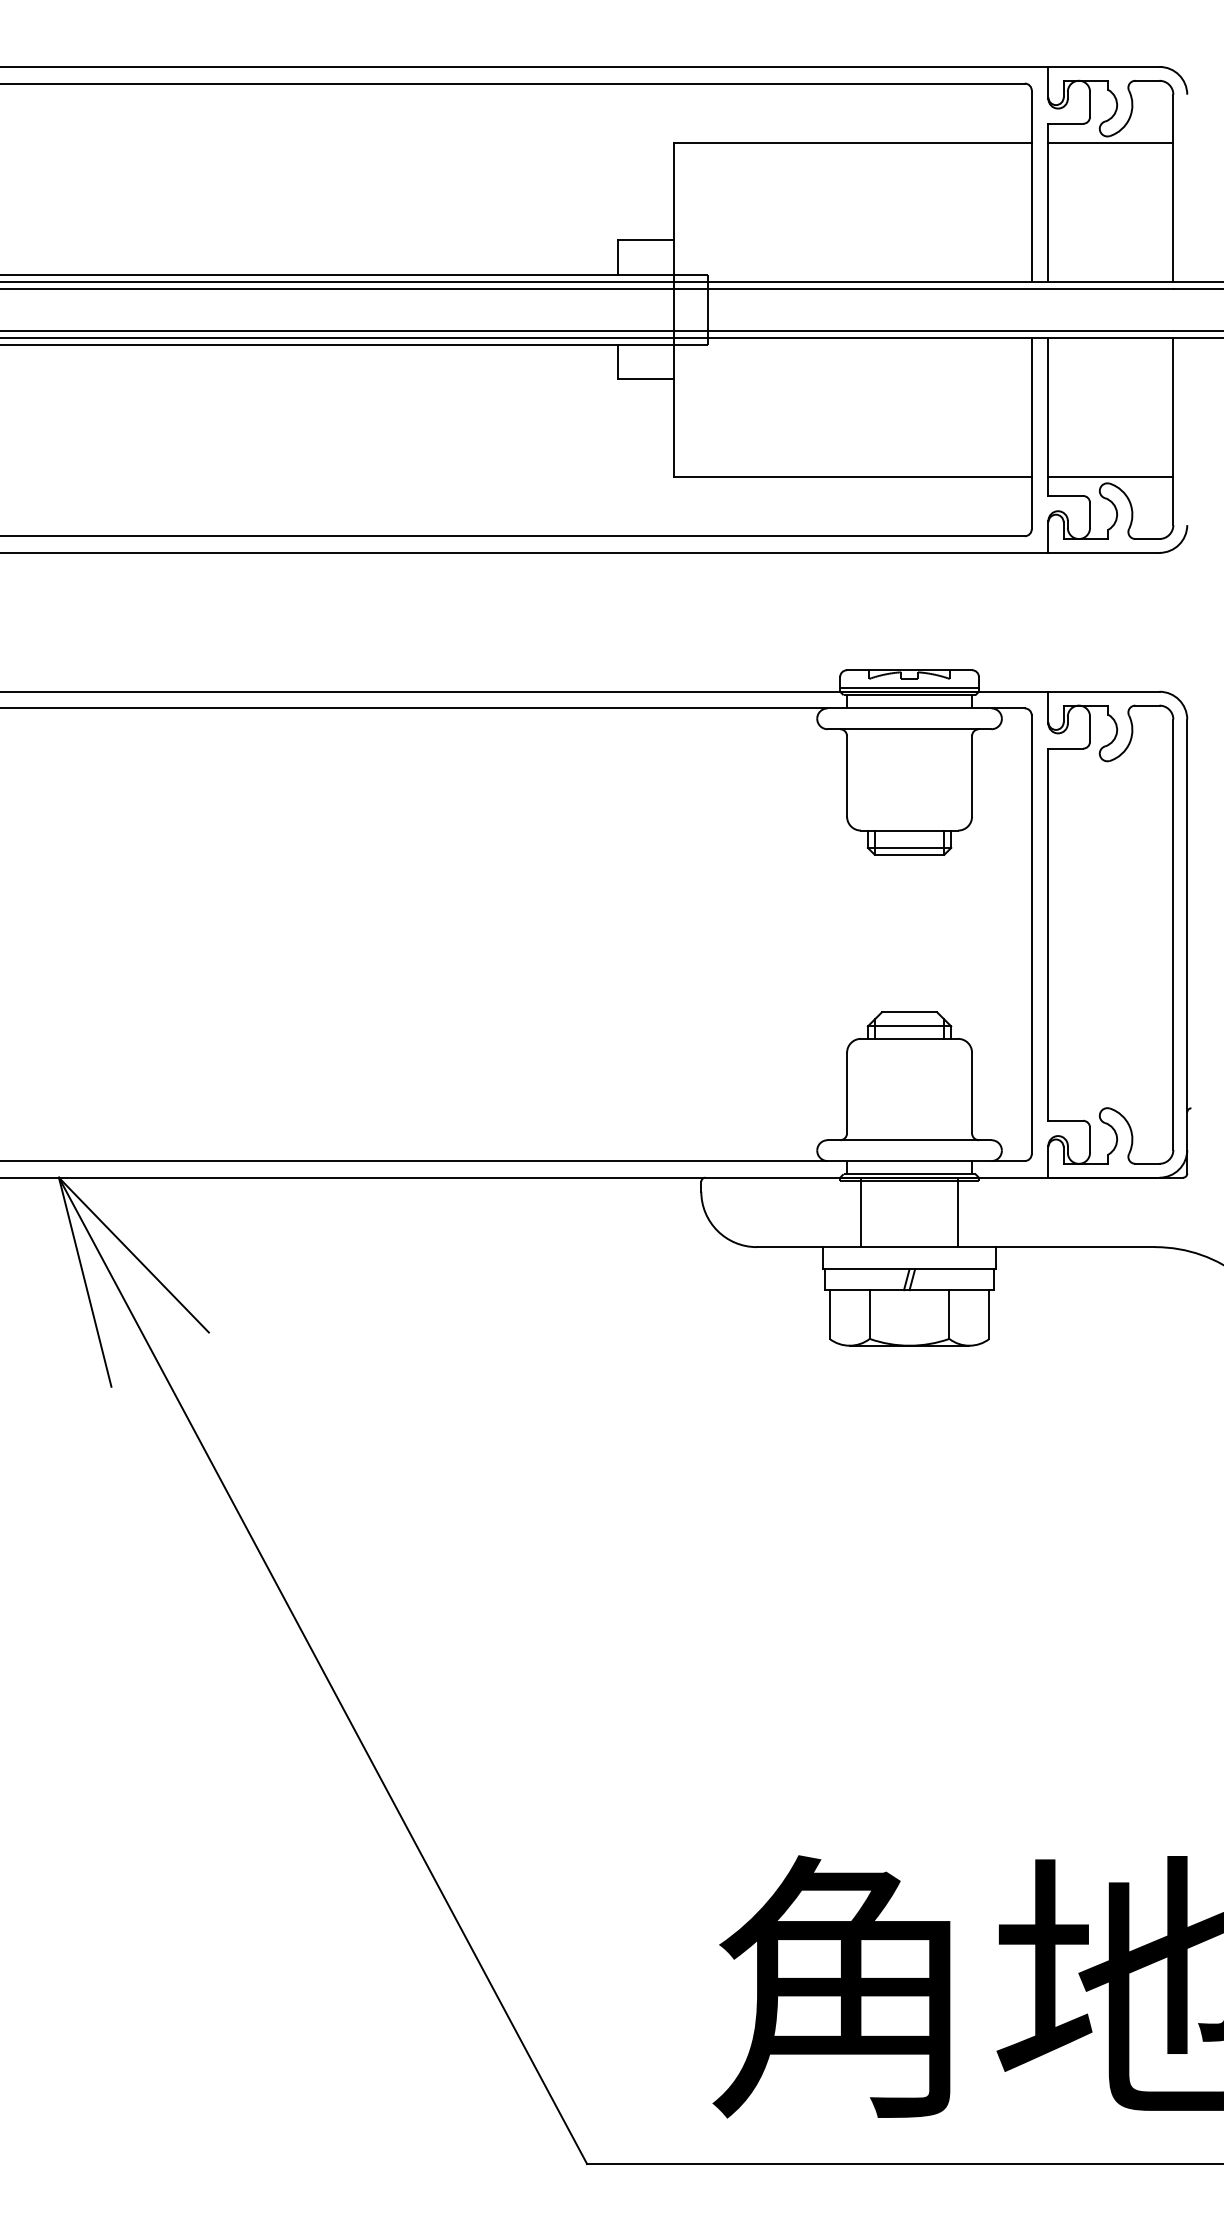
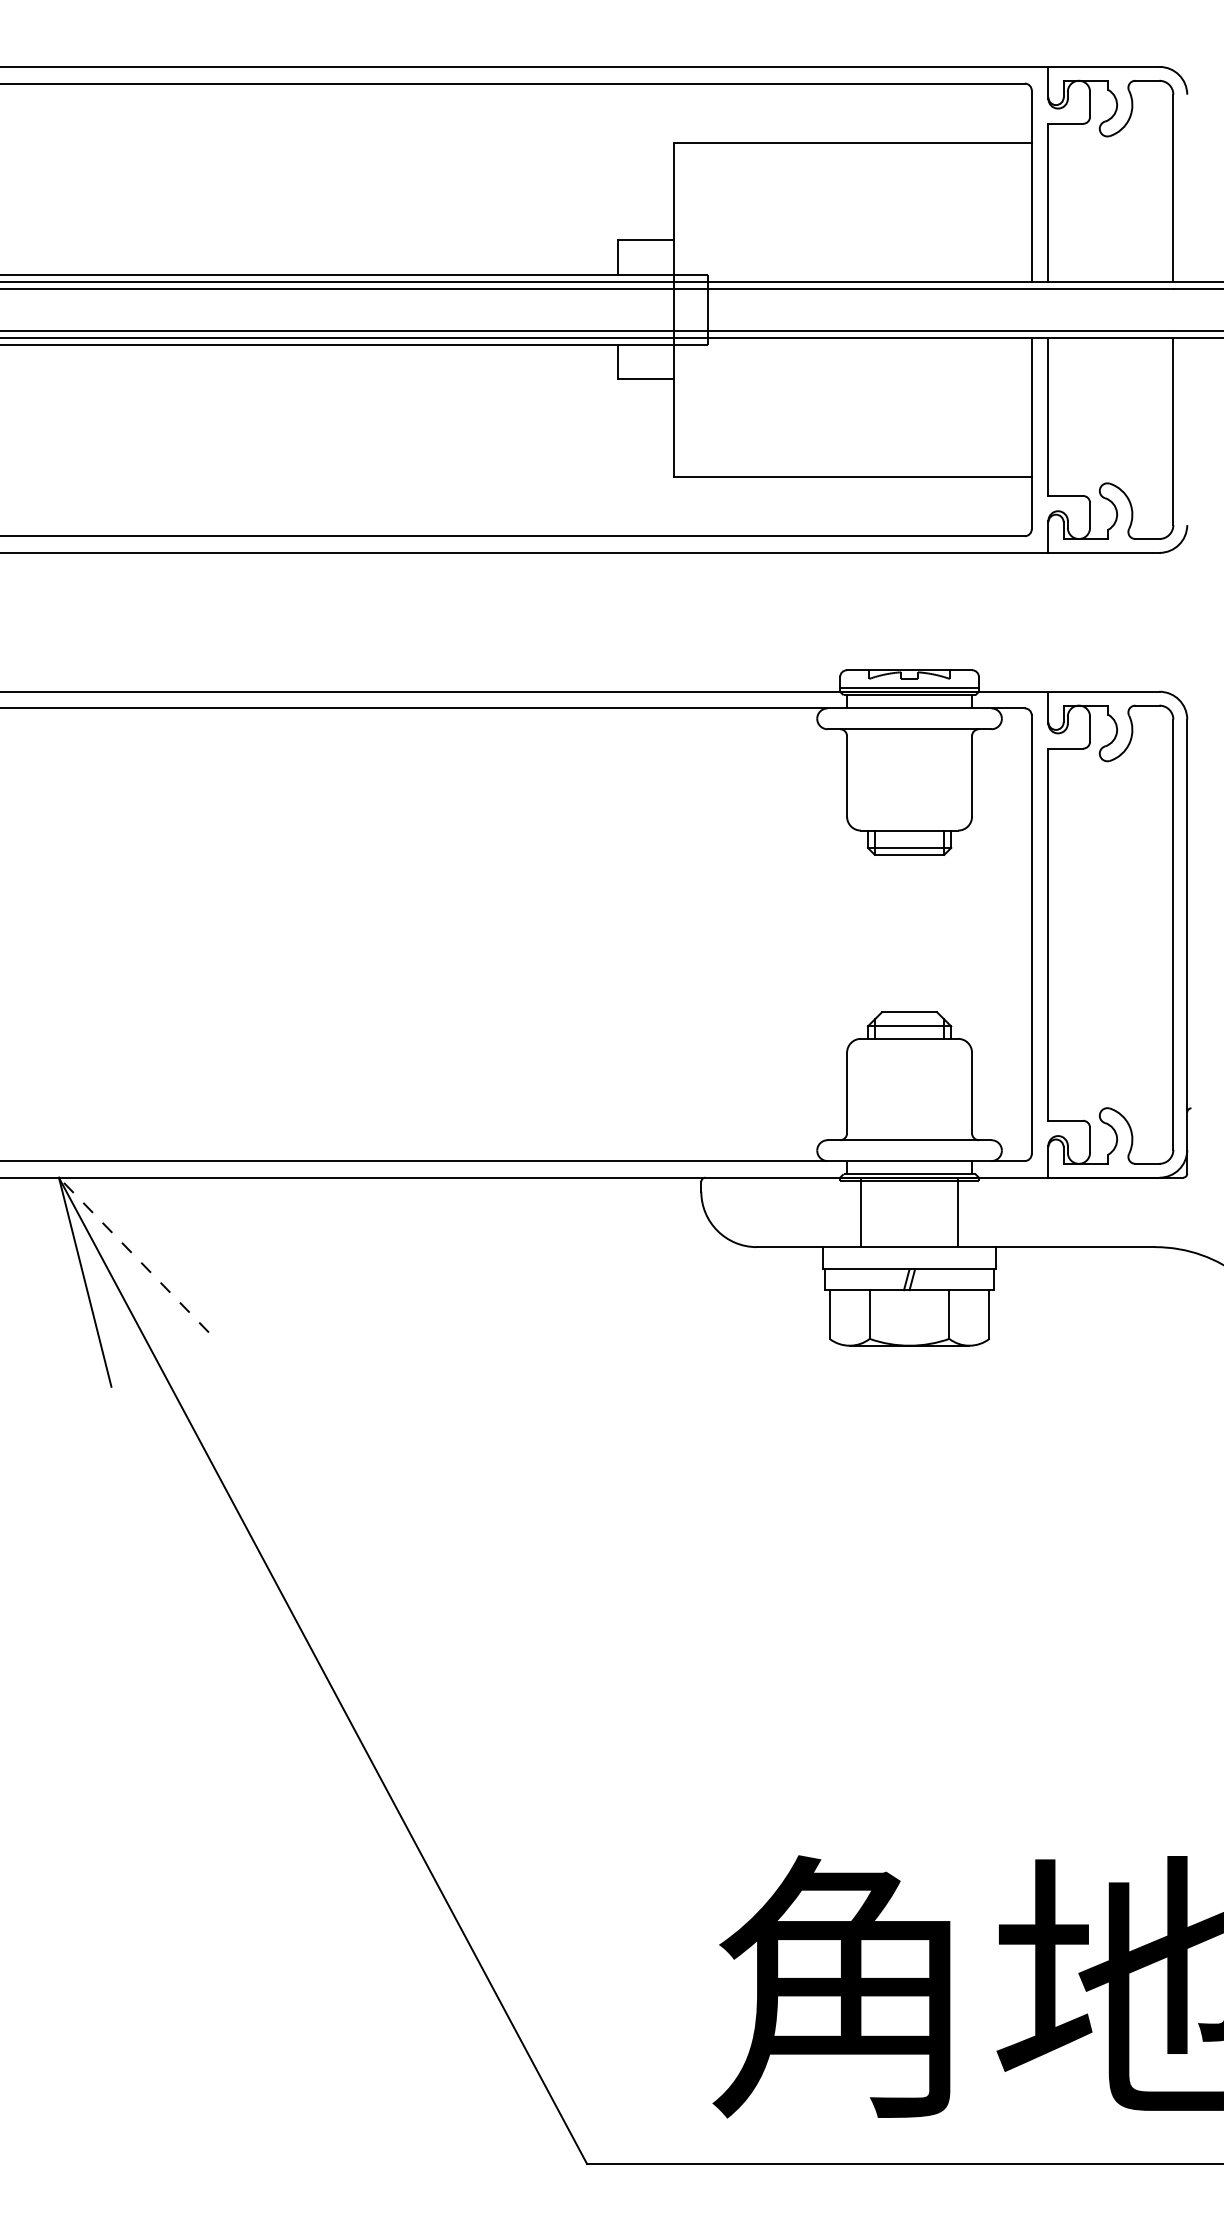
line at (1110, 143): present -> none
line at (1110, 476): present -> none
line at (133, 1255): solid -> dashed
